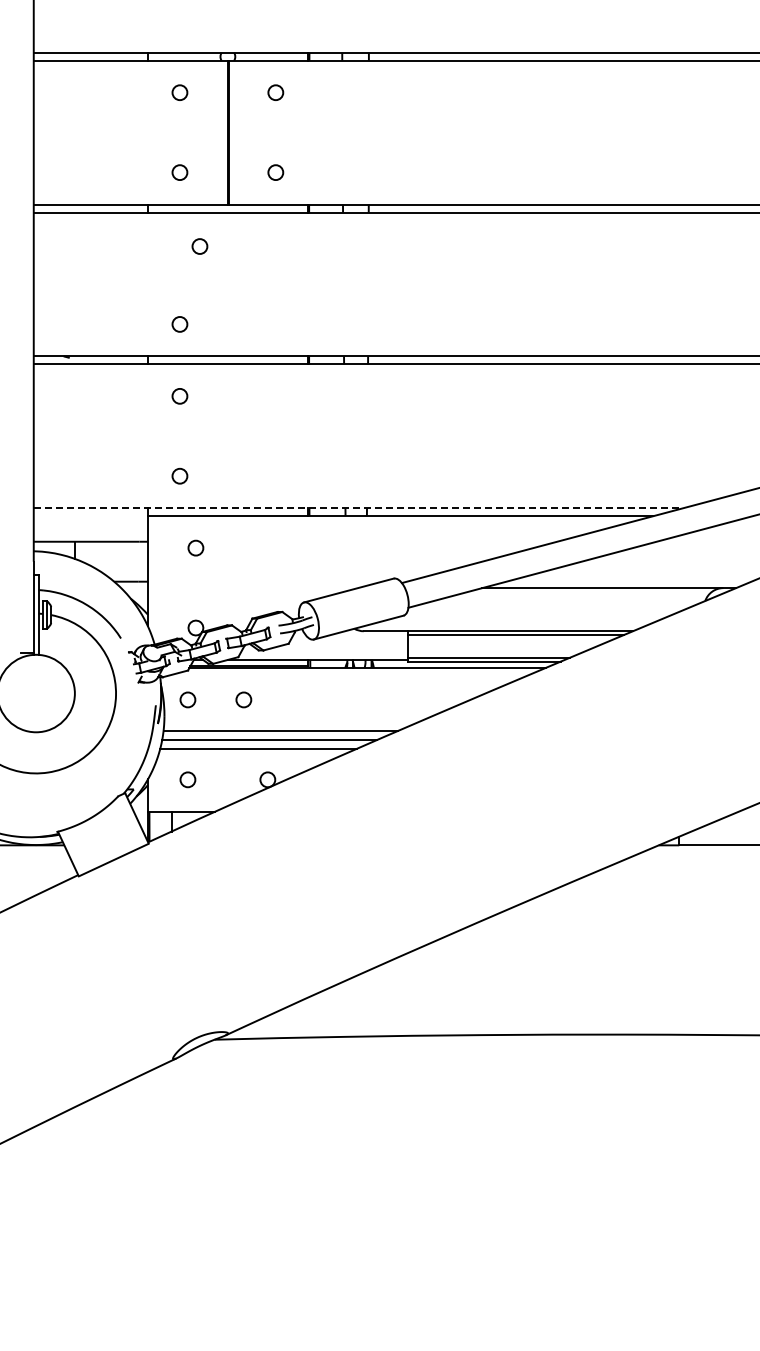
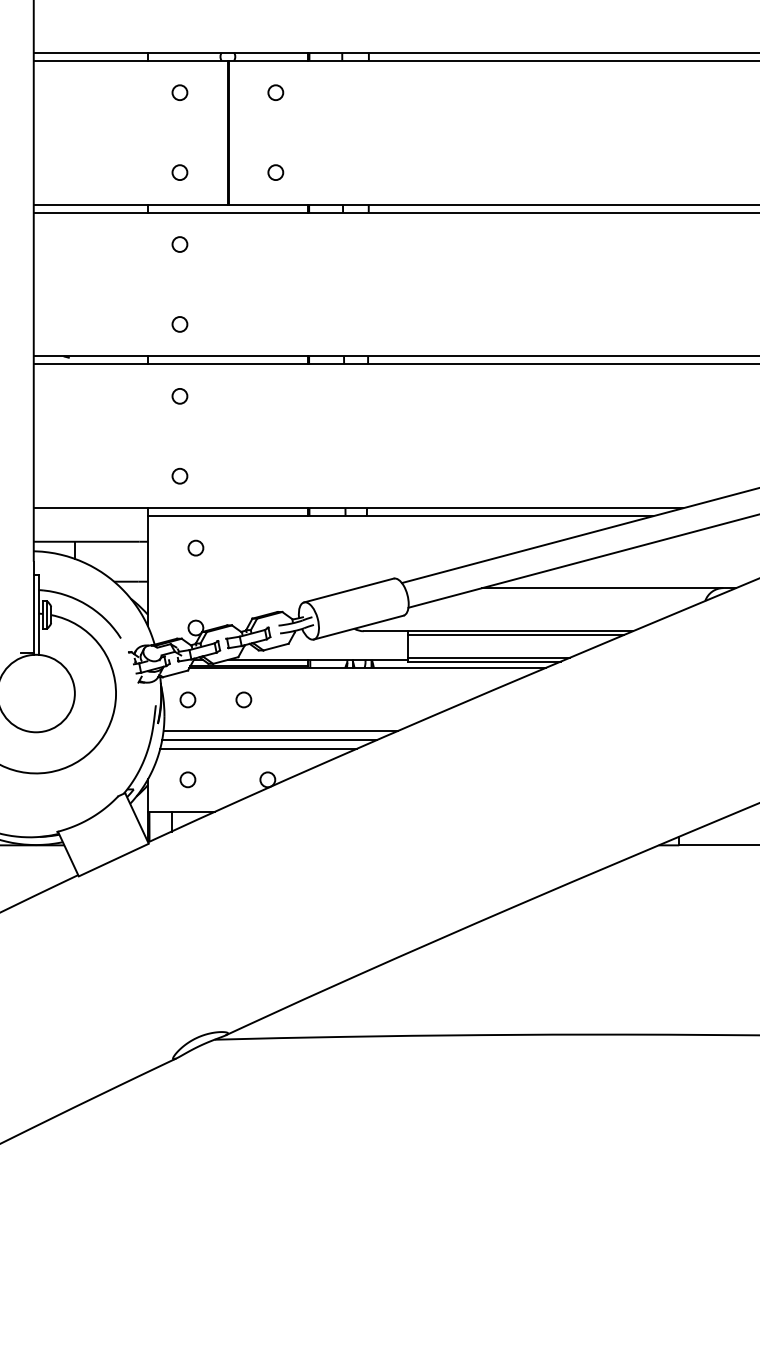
circle at (199, 246) position: (199, 246) -> (179, 244)
line at (358, 508): dashed -> solid
